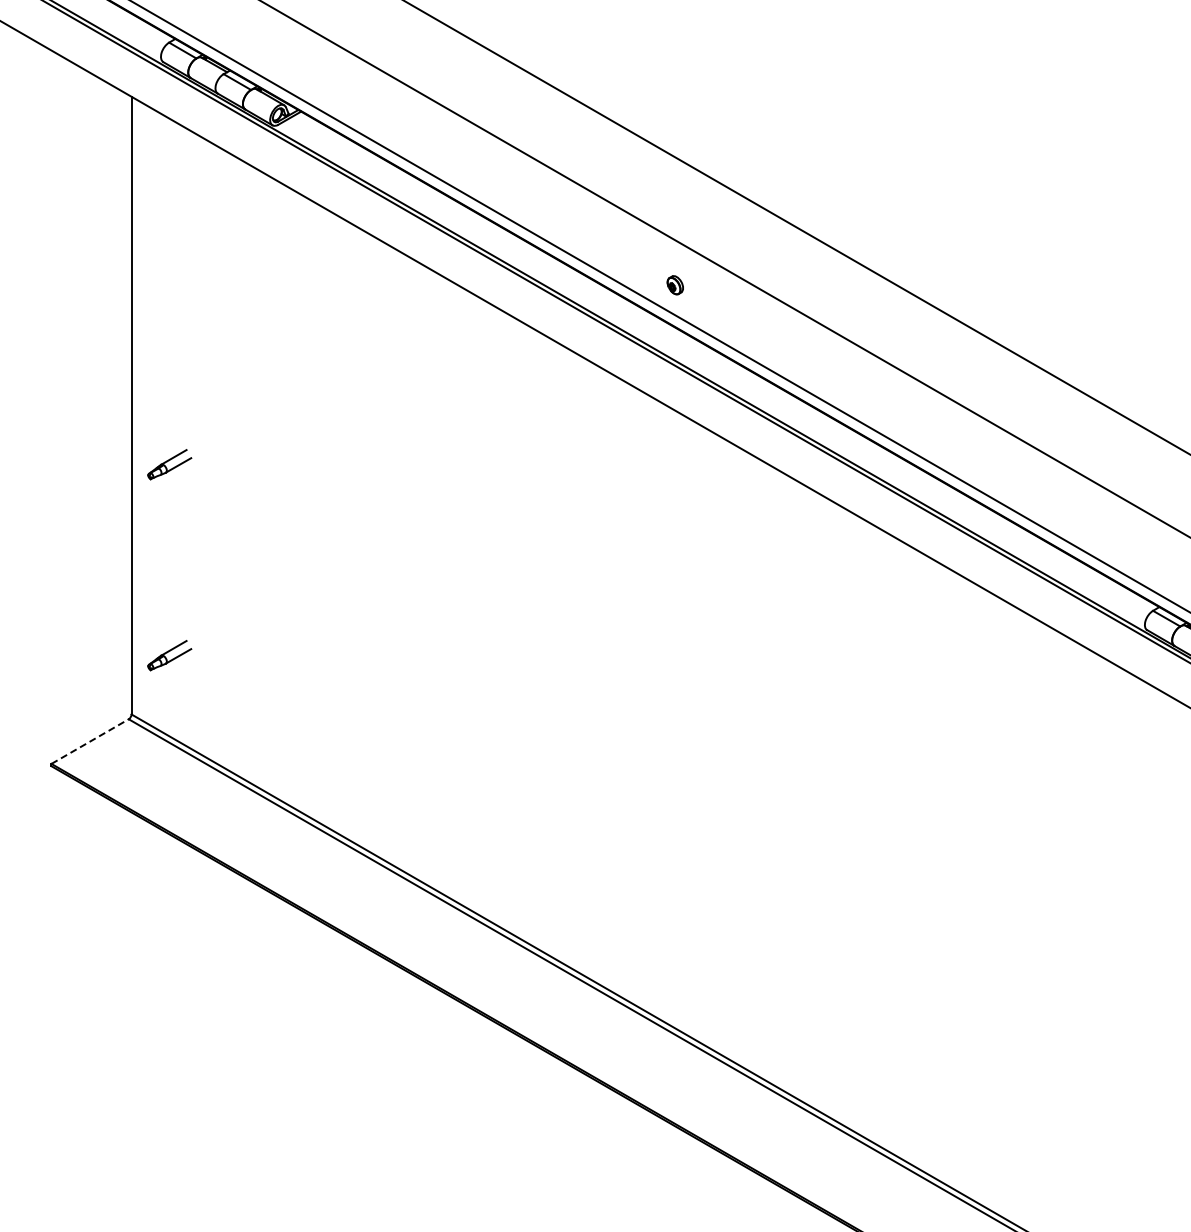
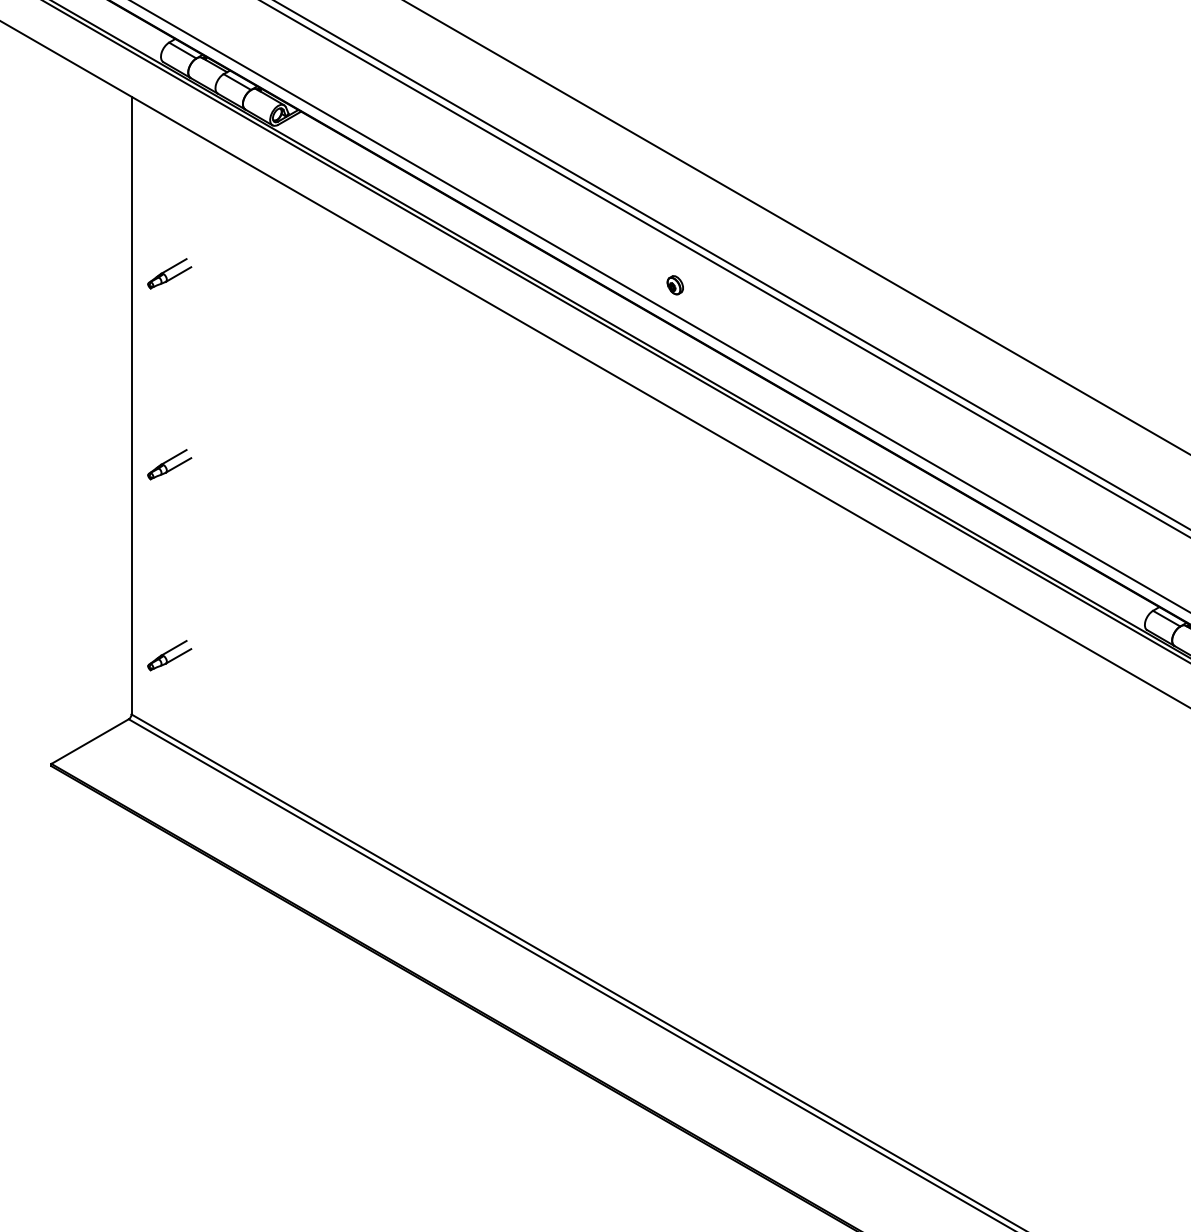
line at (731, 265): none -> present
part at (169, 273): none -> present
line at (90, 741): dashed -> solid
